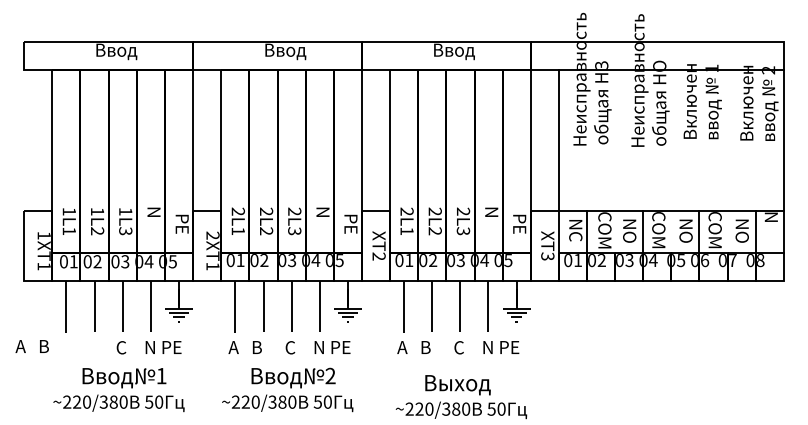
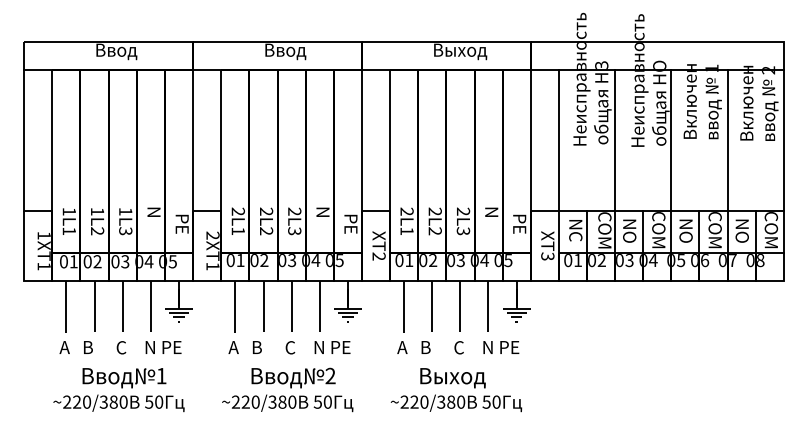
text at (467, 53): Ввод -> Выход
line at (24, 139): none -> present
line at (615, 160): none -> present
line at (671, 160): none -> present
line at (727, 160): none -> present
text at (771, 230): N -> COM
text at (31, 346) position: (31, 346) -> (75, 347)
text at (461, 397) position: (461, 397) -> (456, 390)
